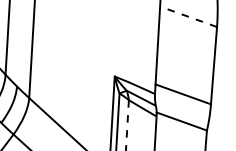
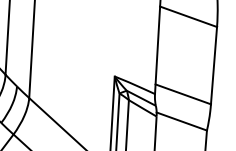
line at (188, 16): dashed -> solid
line at (127, 125): dashed -> solid
